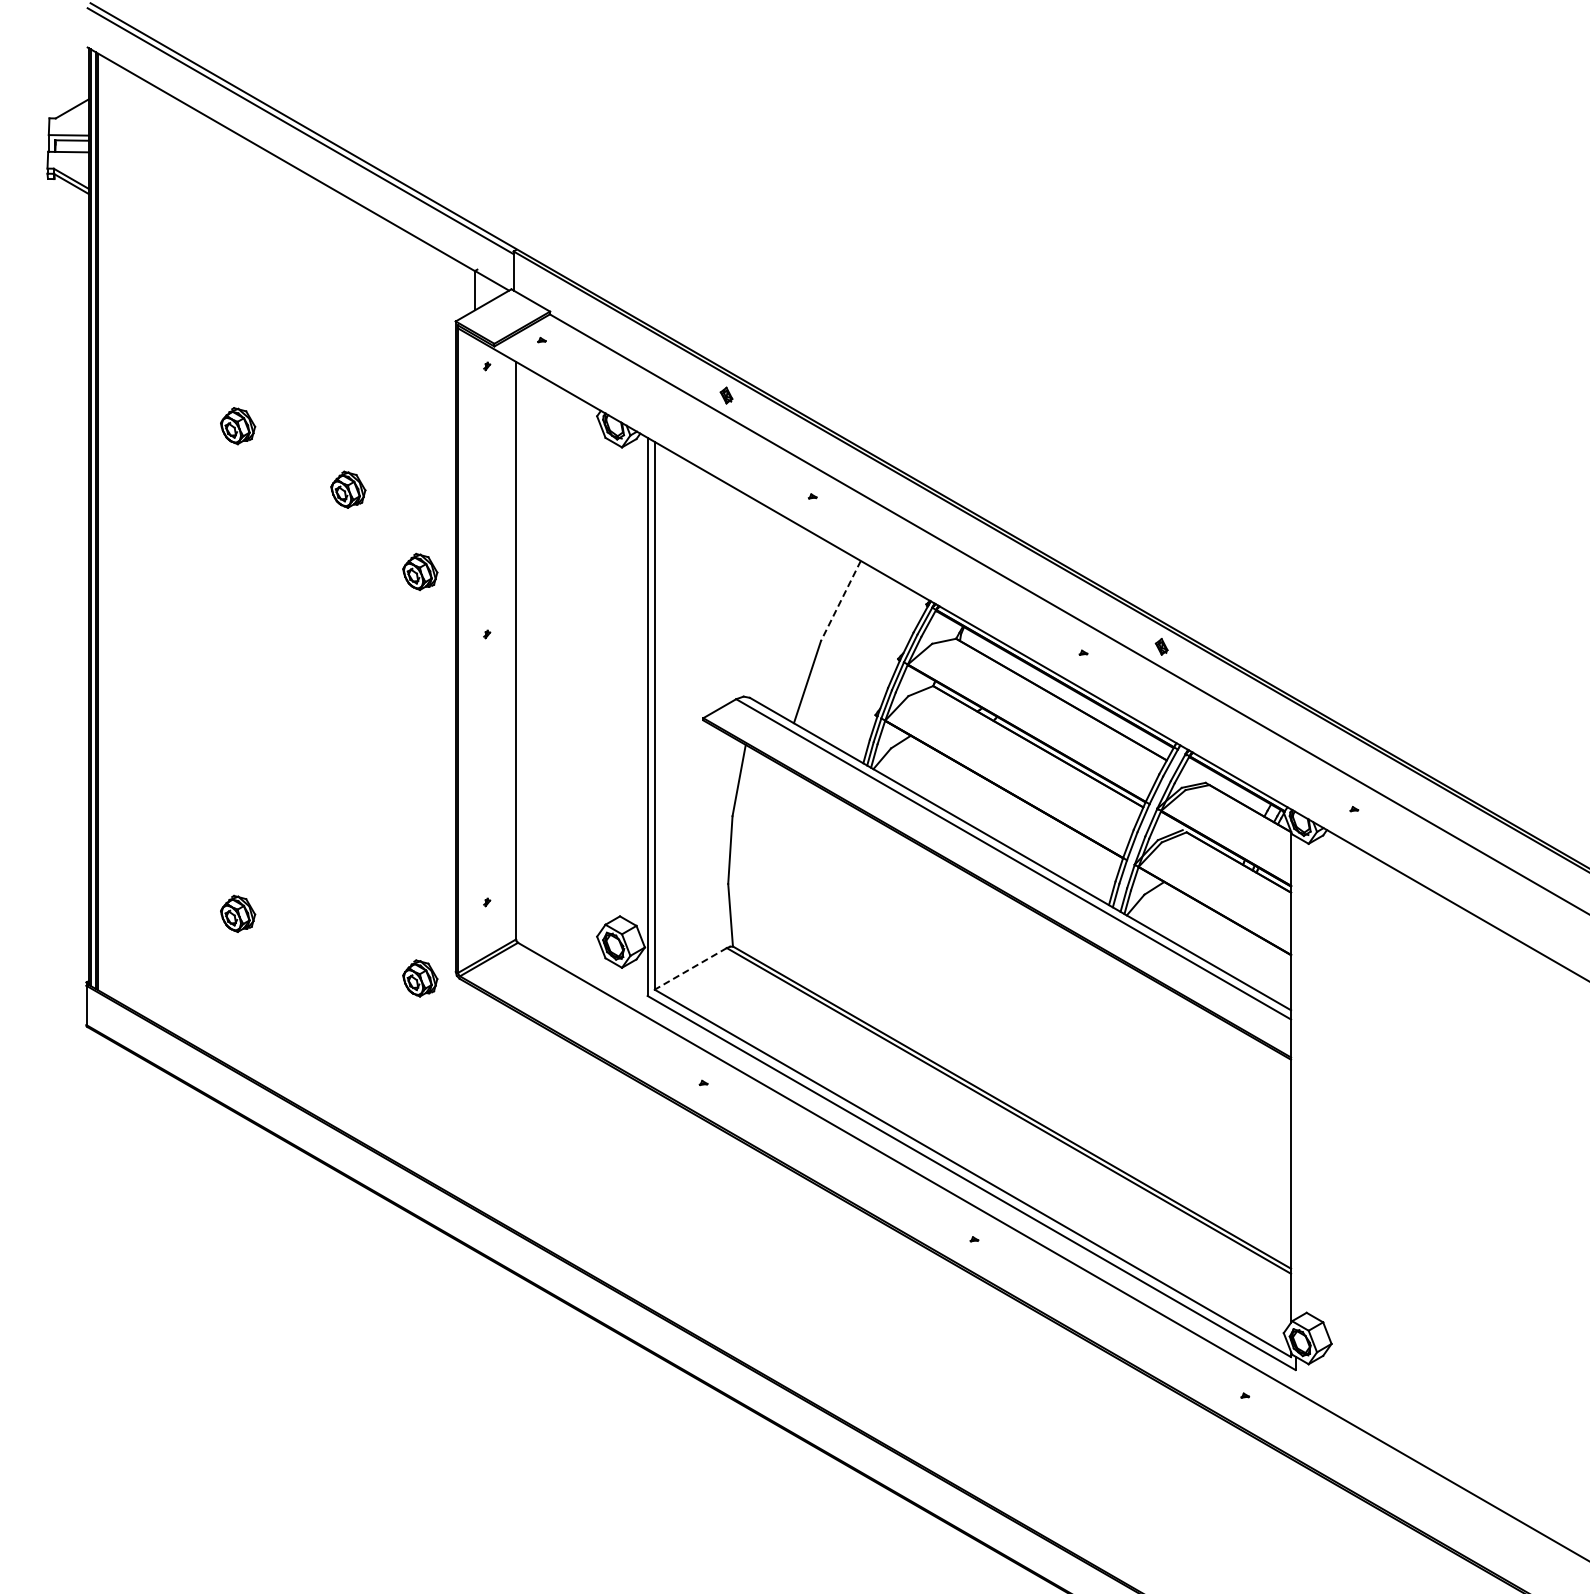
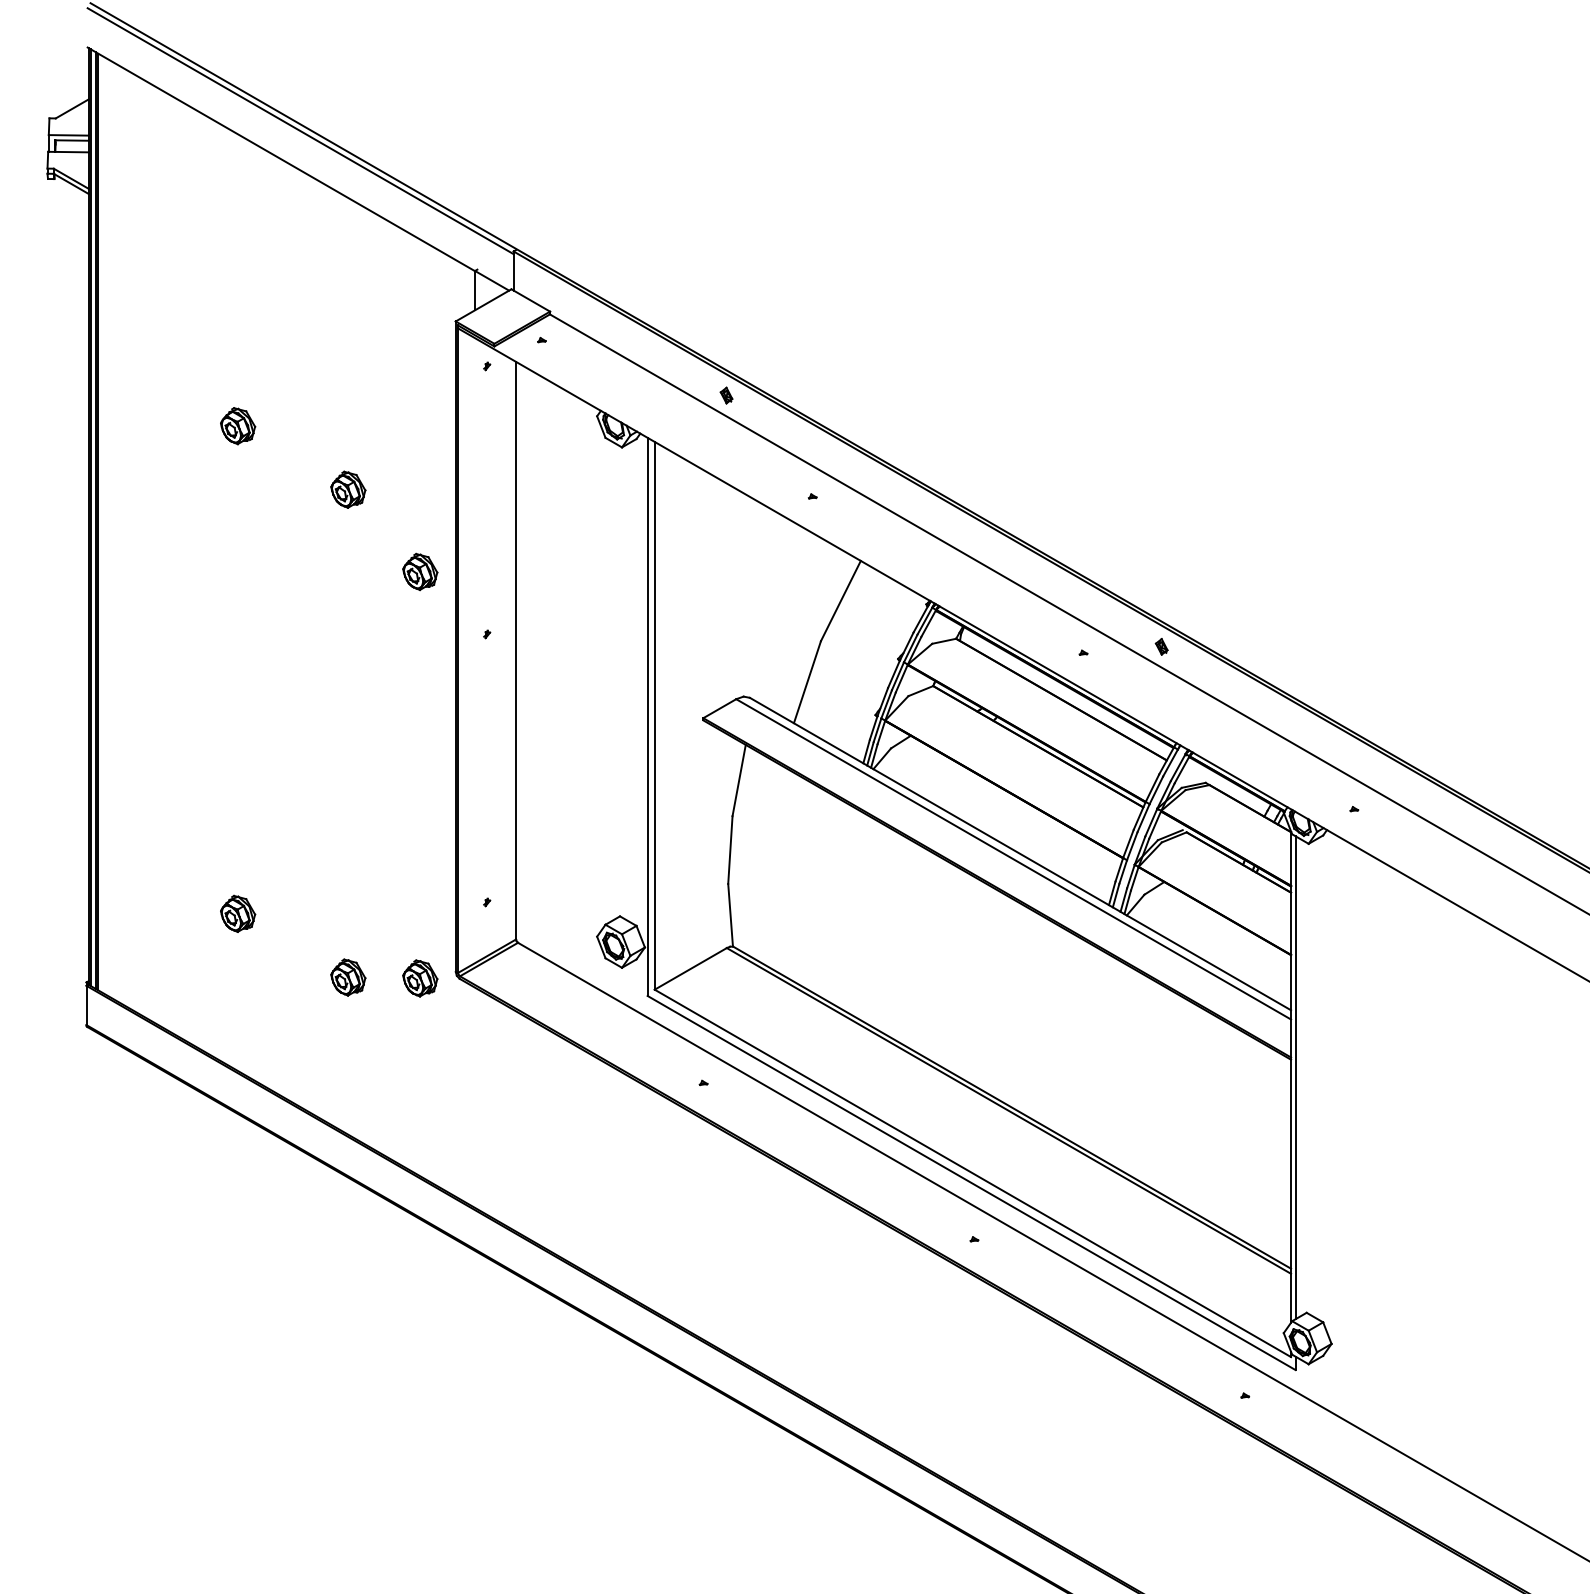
line at (840, 601): dashed -> solid
line at (690, 968): dashed -> solid
part at (348, 977): none -> present
line at (1295, 1077): none -> present
